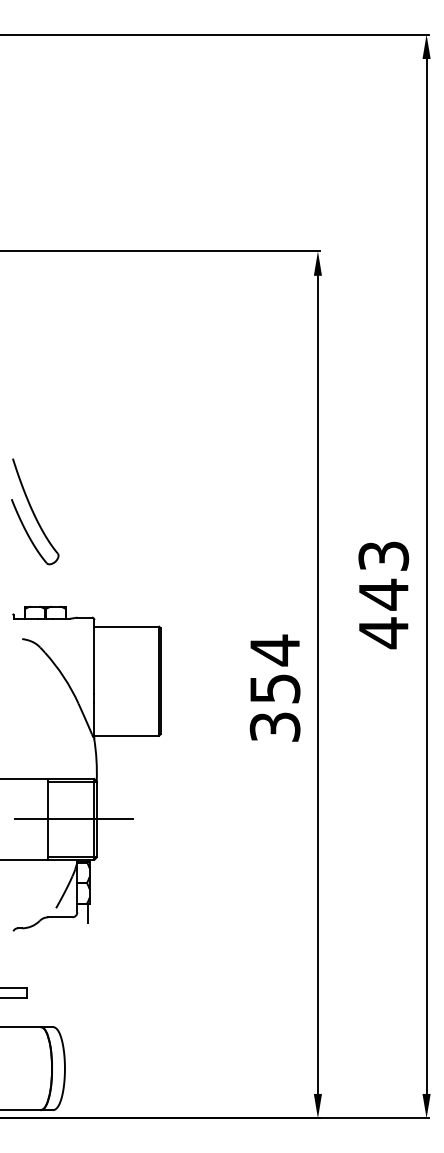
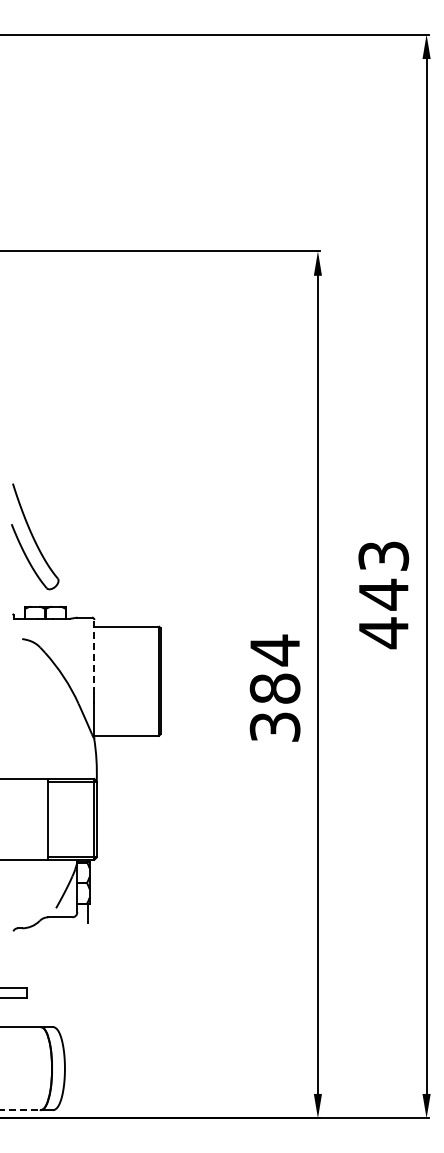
part at (35, 511) position: (35, 511) -> (35, 536)
line at (94, 656): solid -> dashed
text at (274, 688): 354 -> 384
line at (67, 819): present -> none
line at (21, 1109): solid -> dashed
